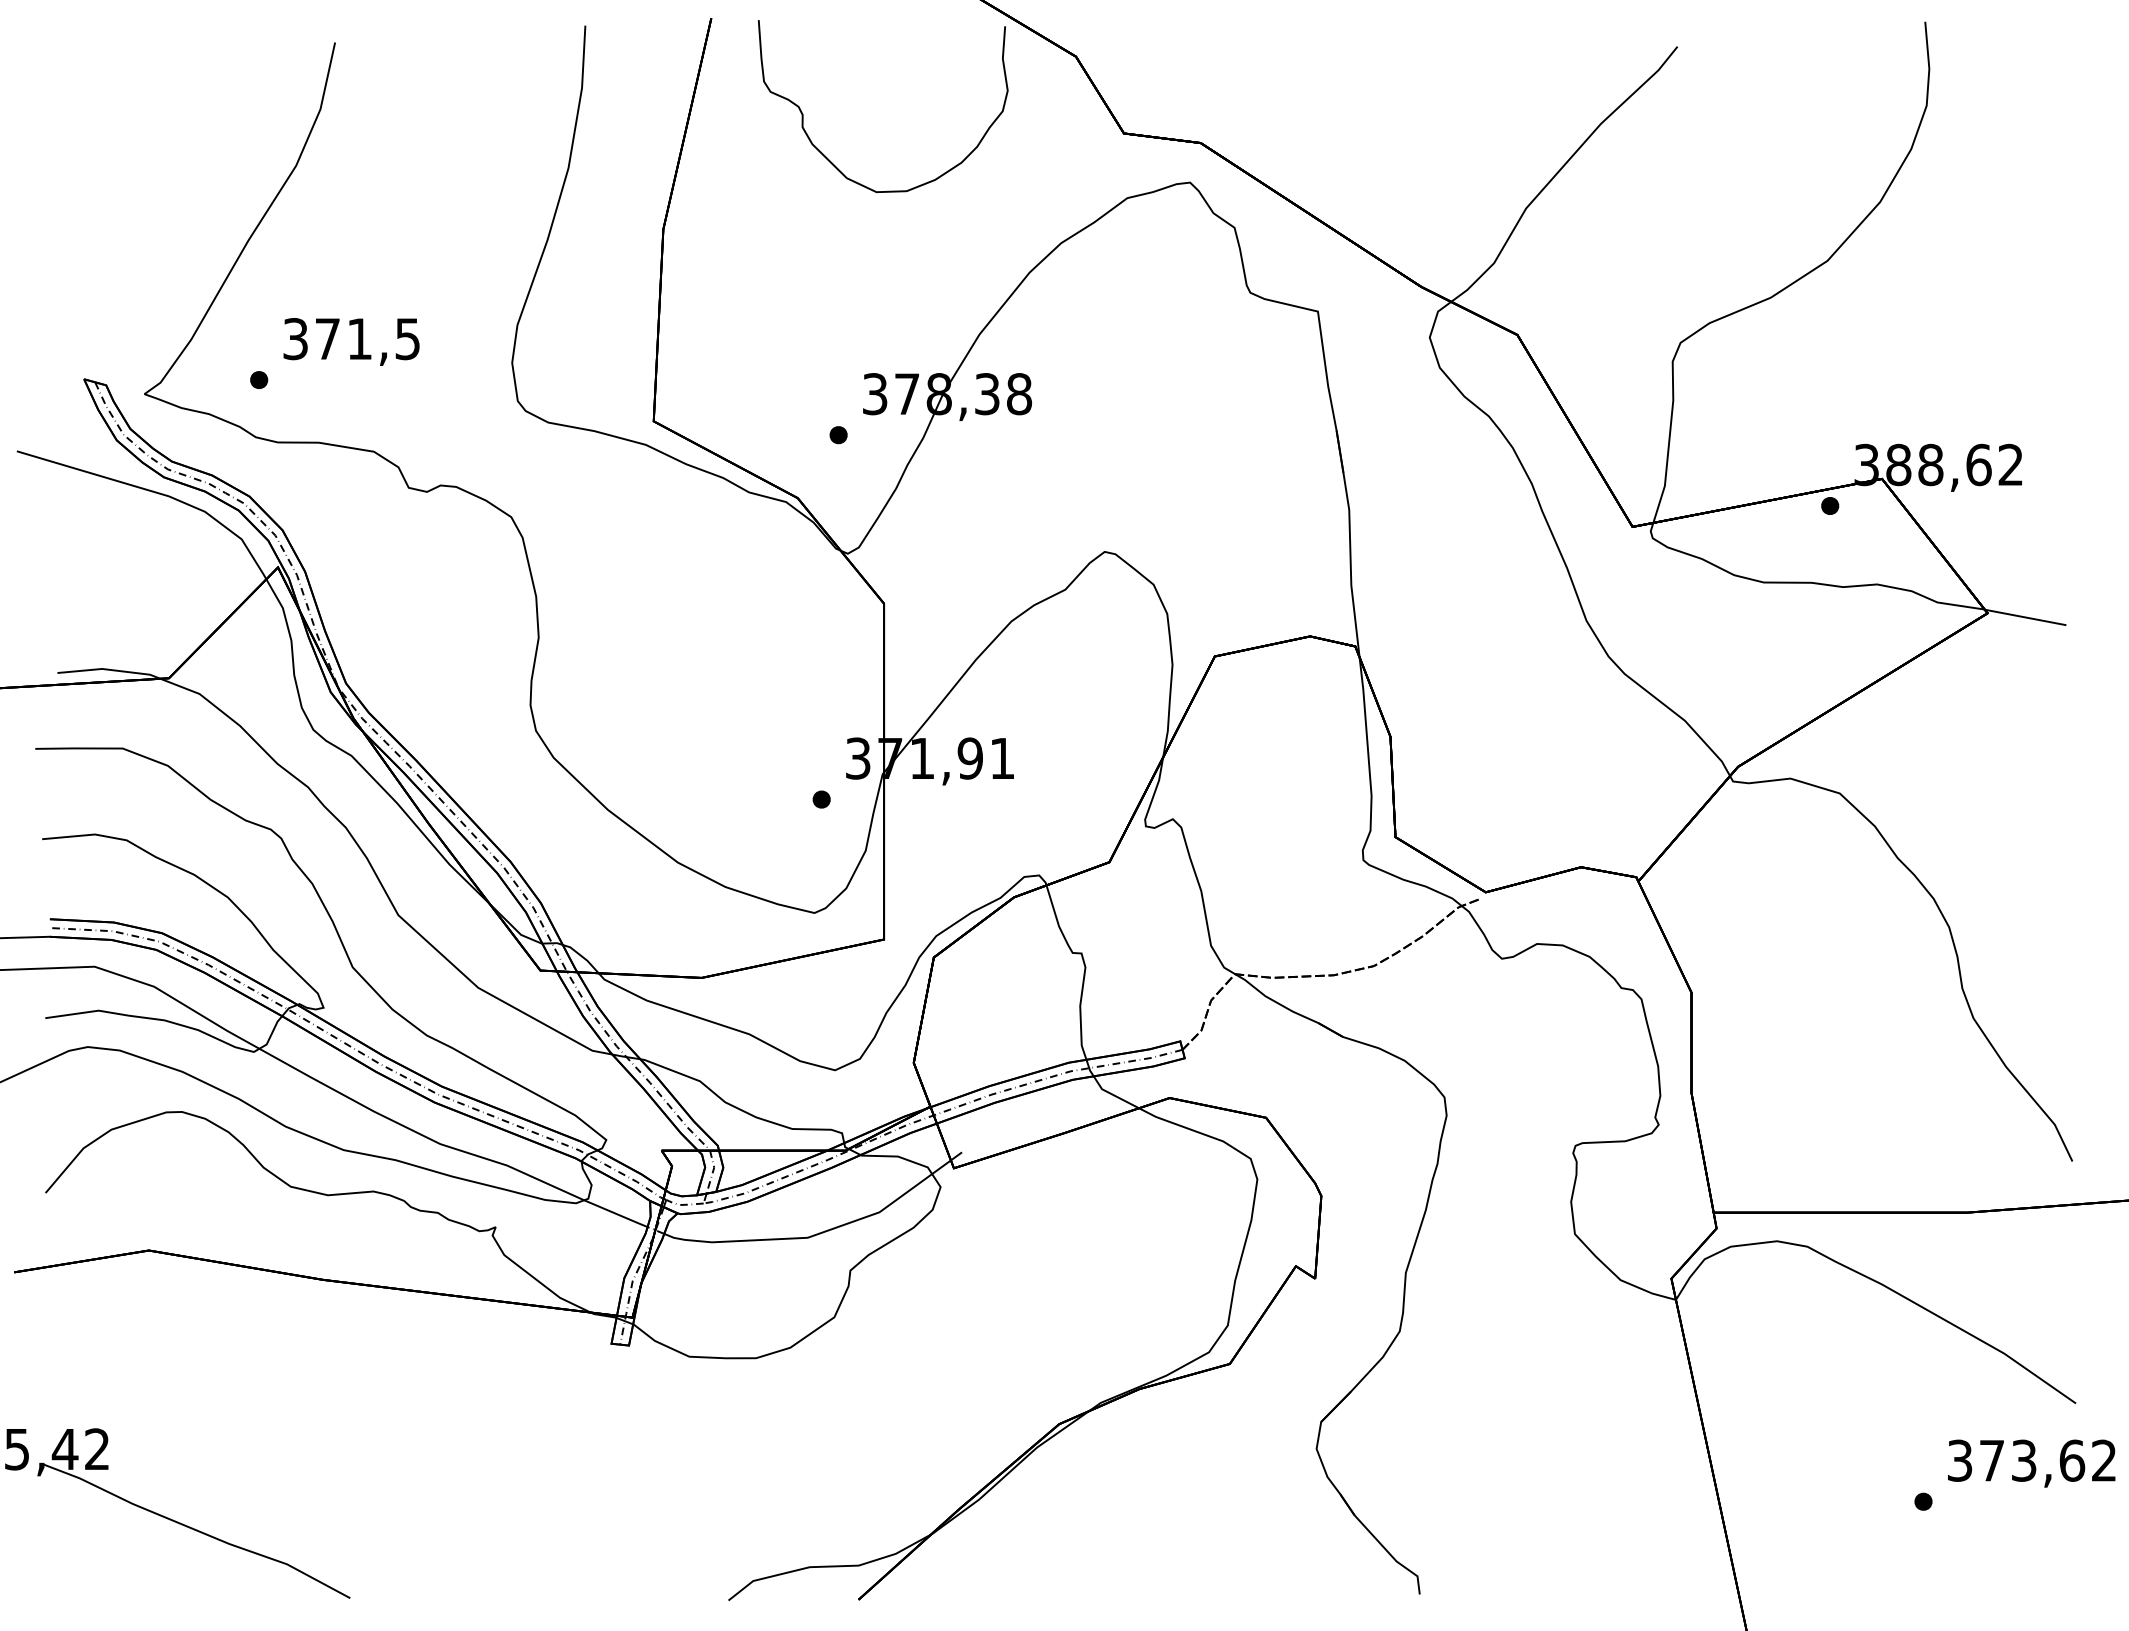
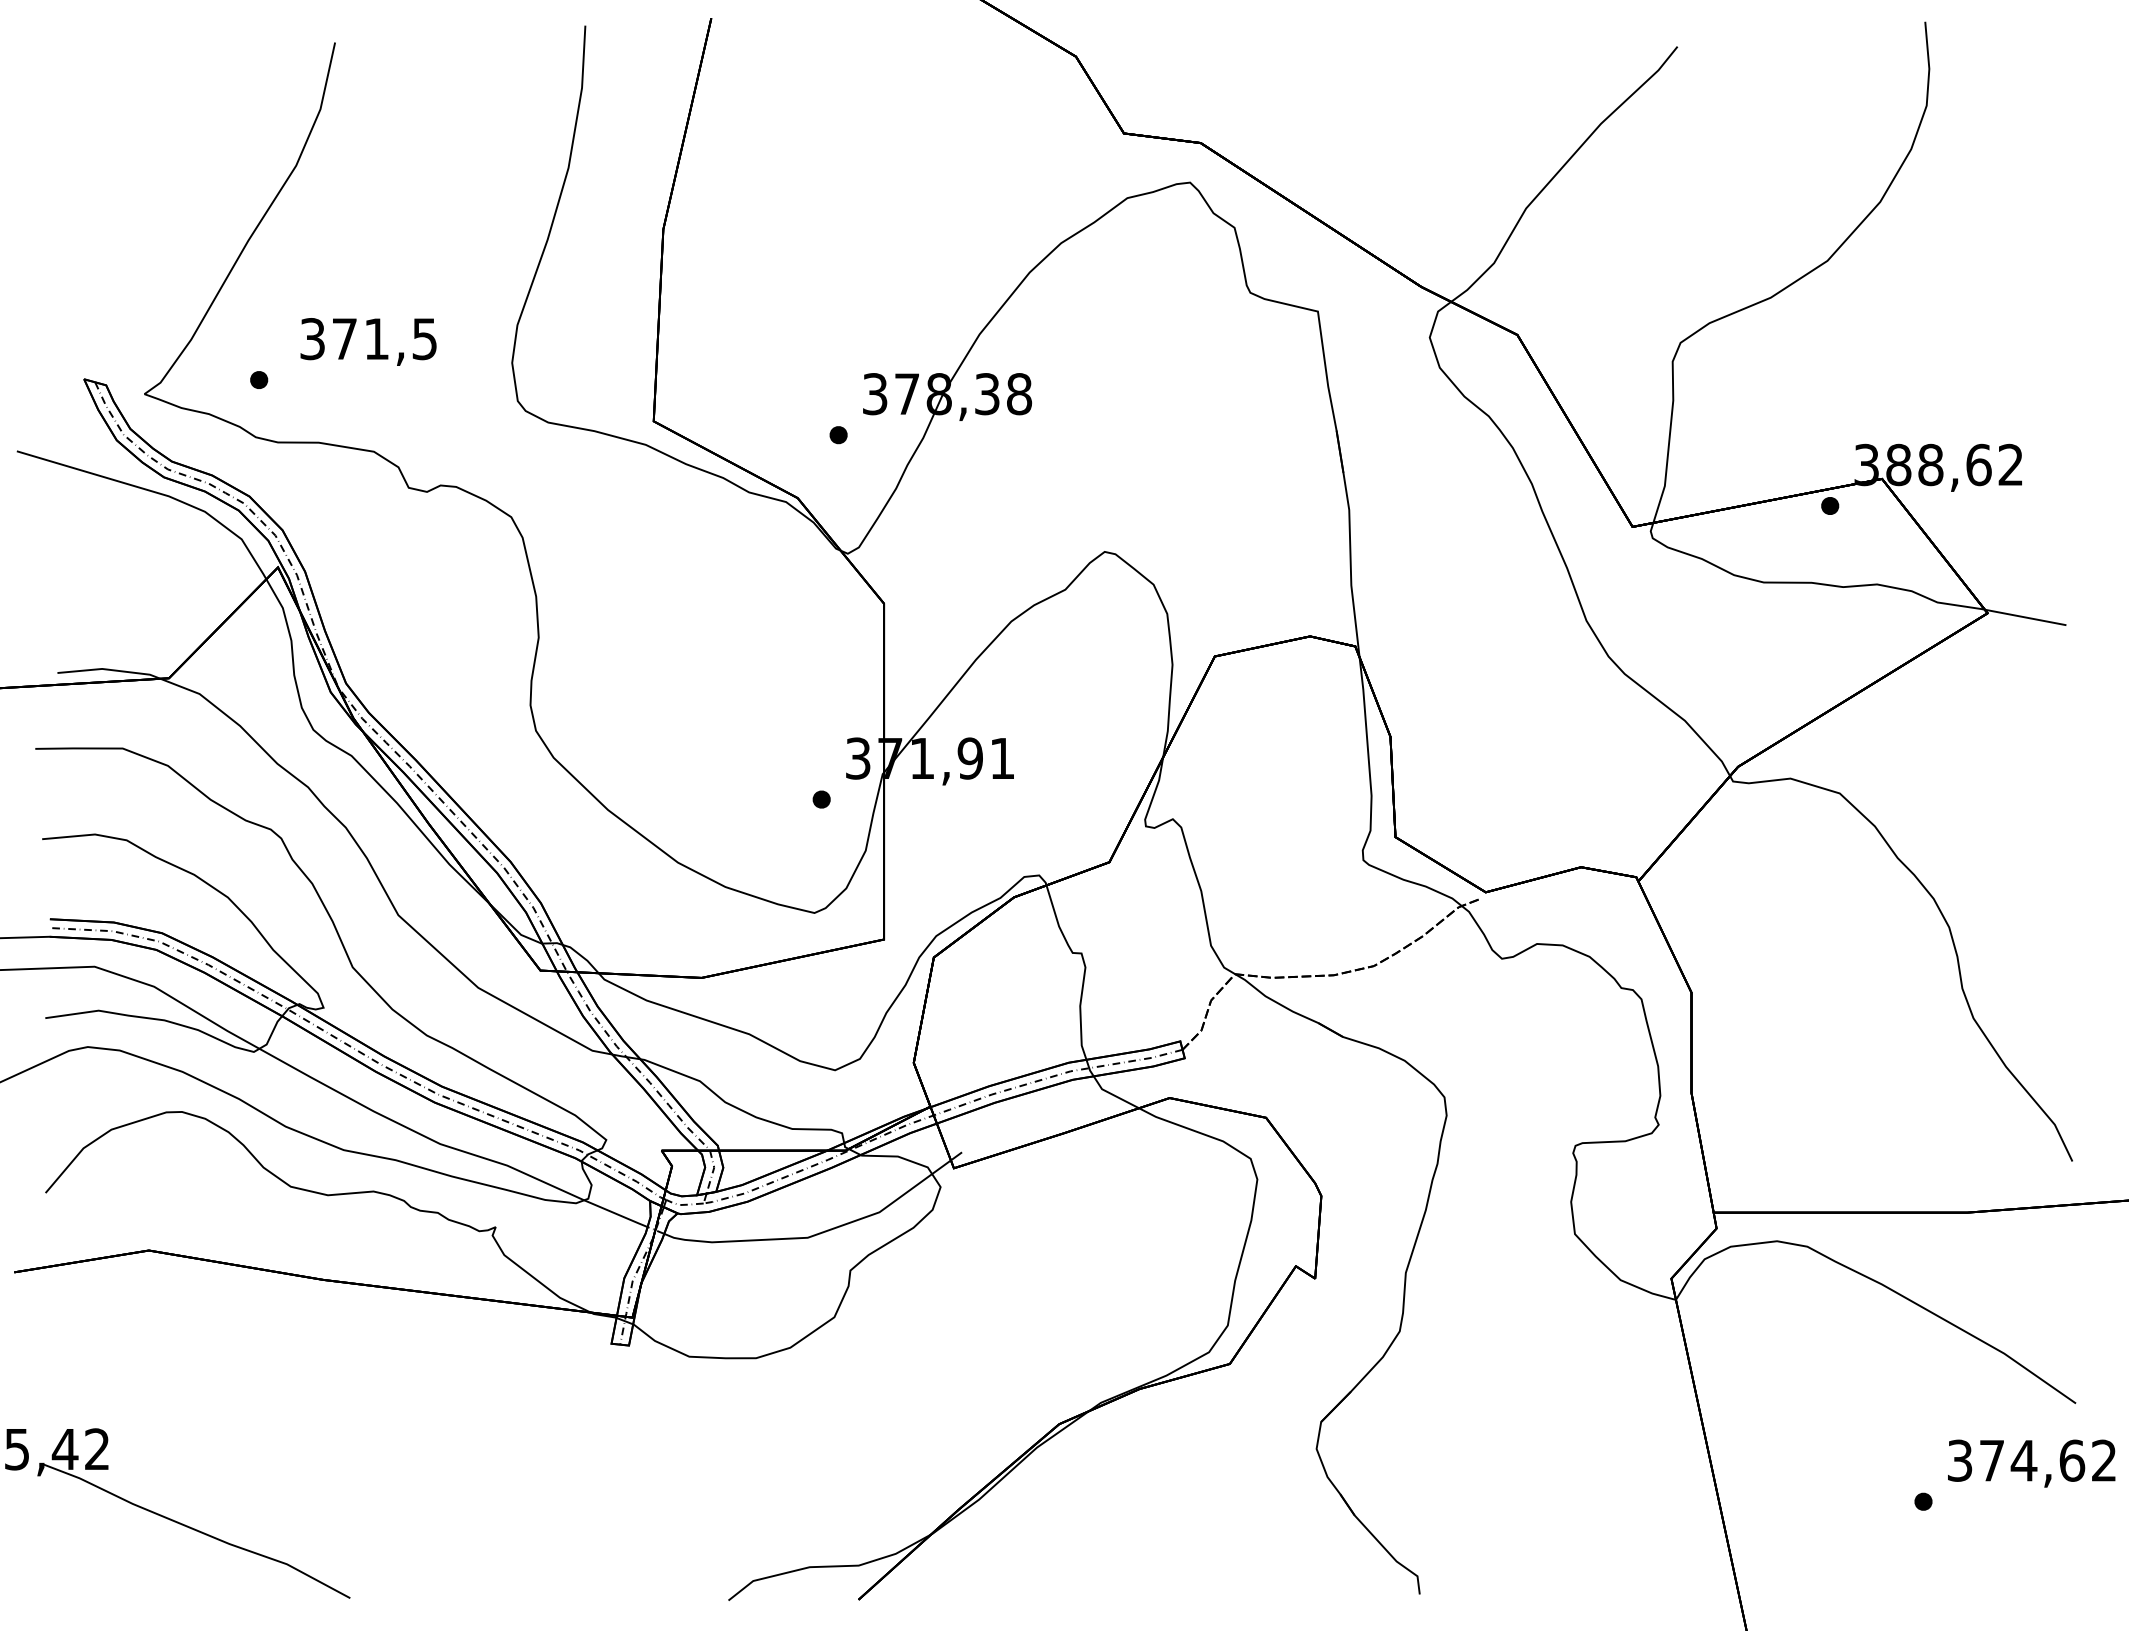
curve at (829, 159): present -> none
text at (351, 341) position: (351, 341) -> (368, 341)
text at (2023, 1460): 373,62 -> 374,62
